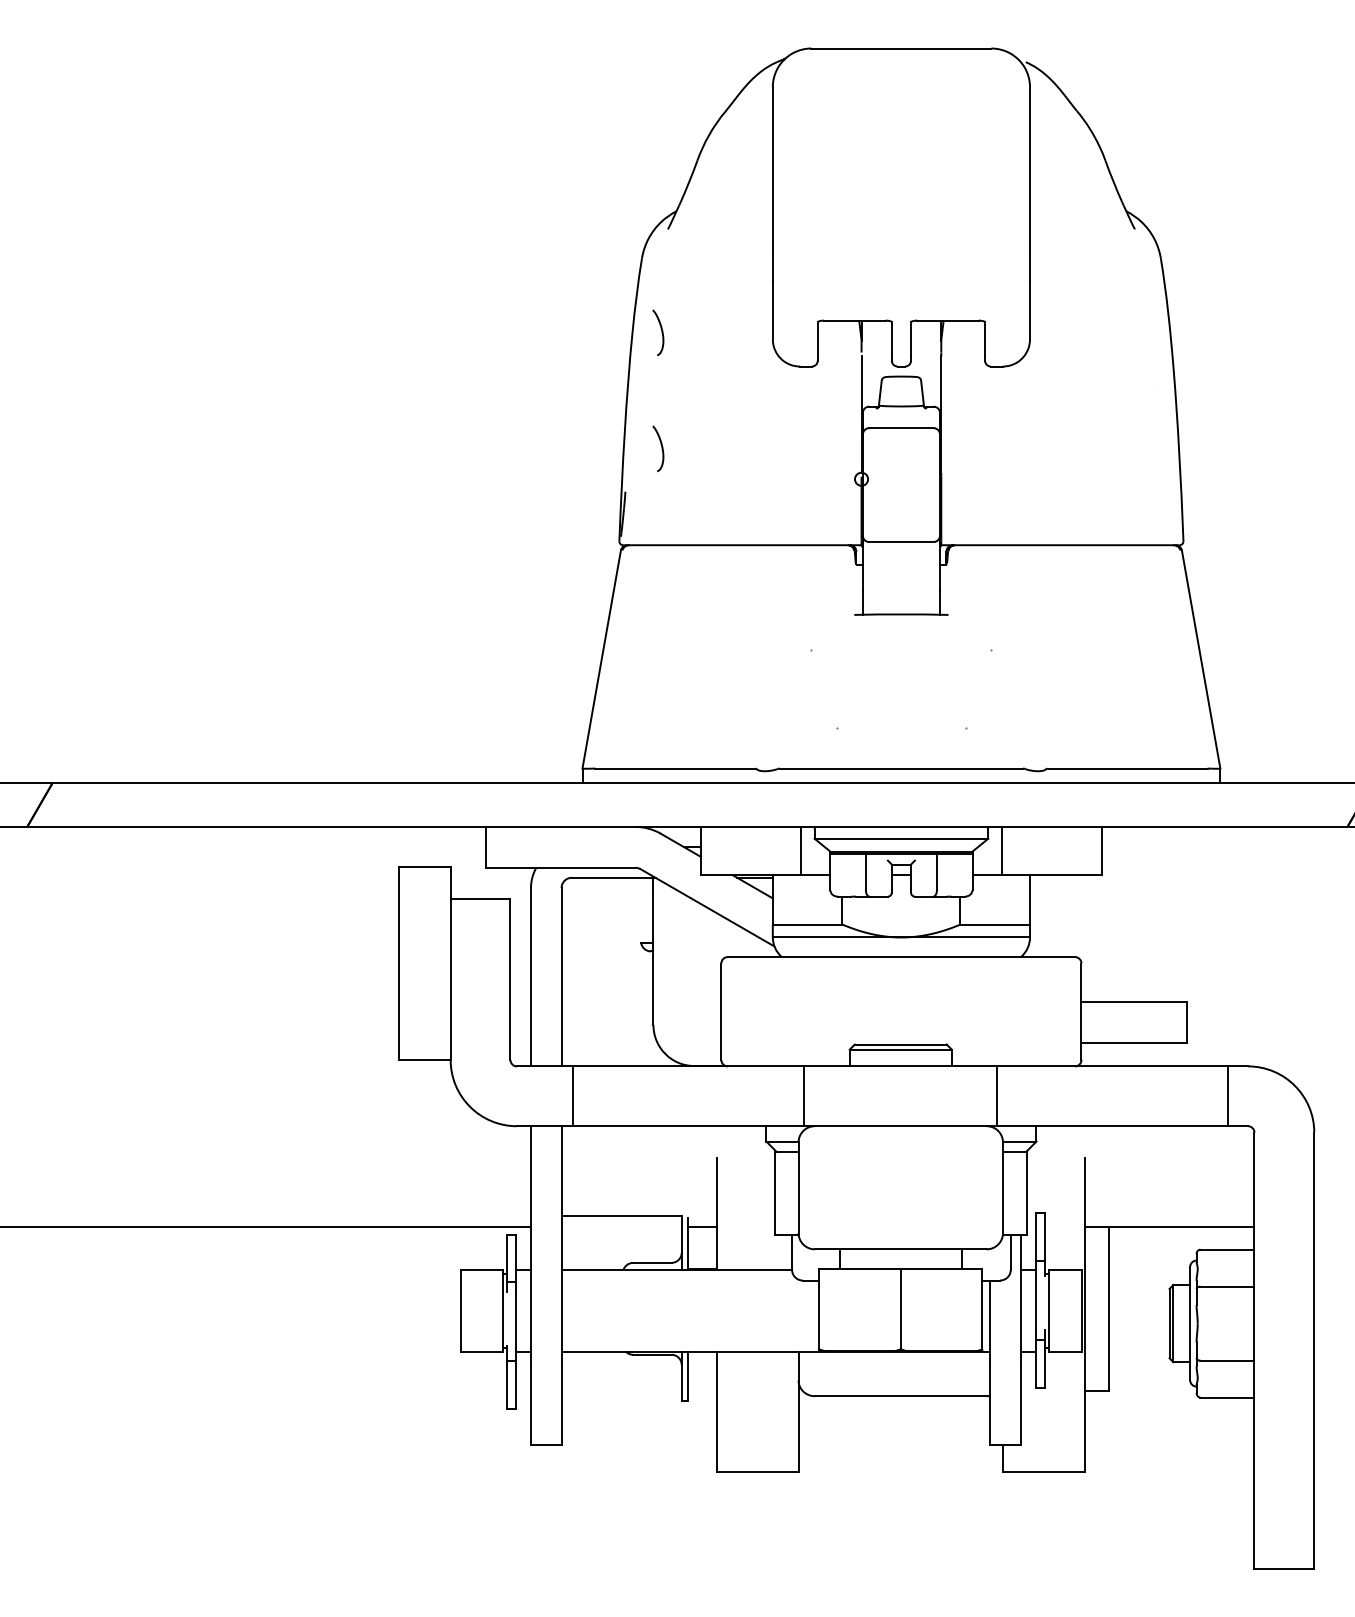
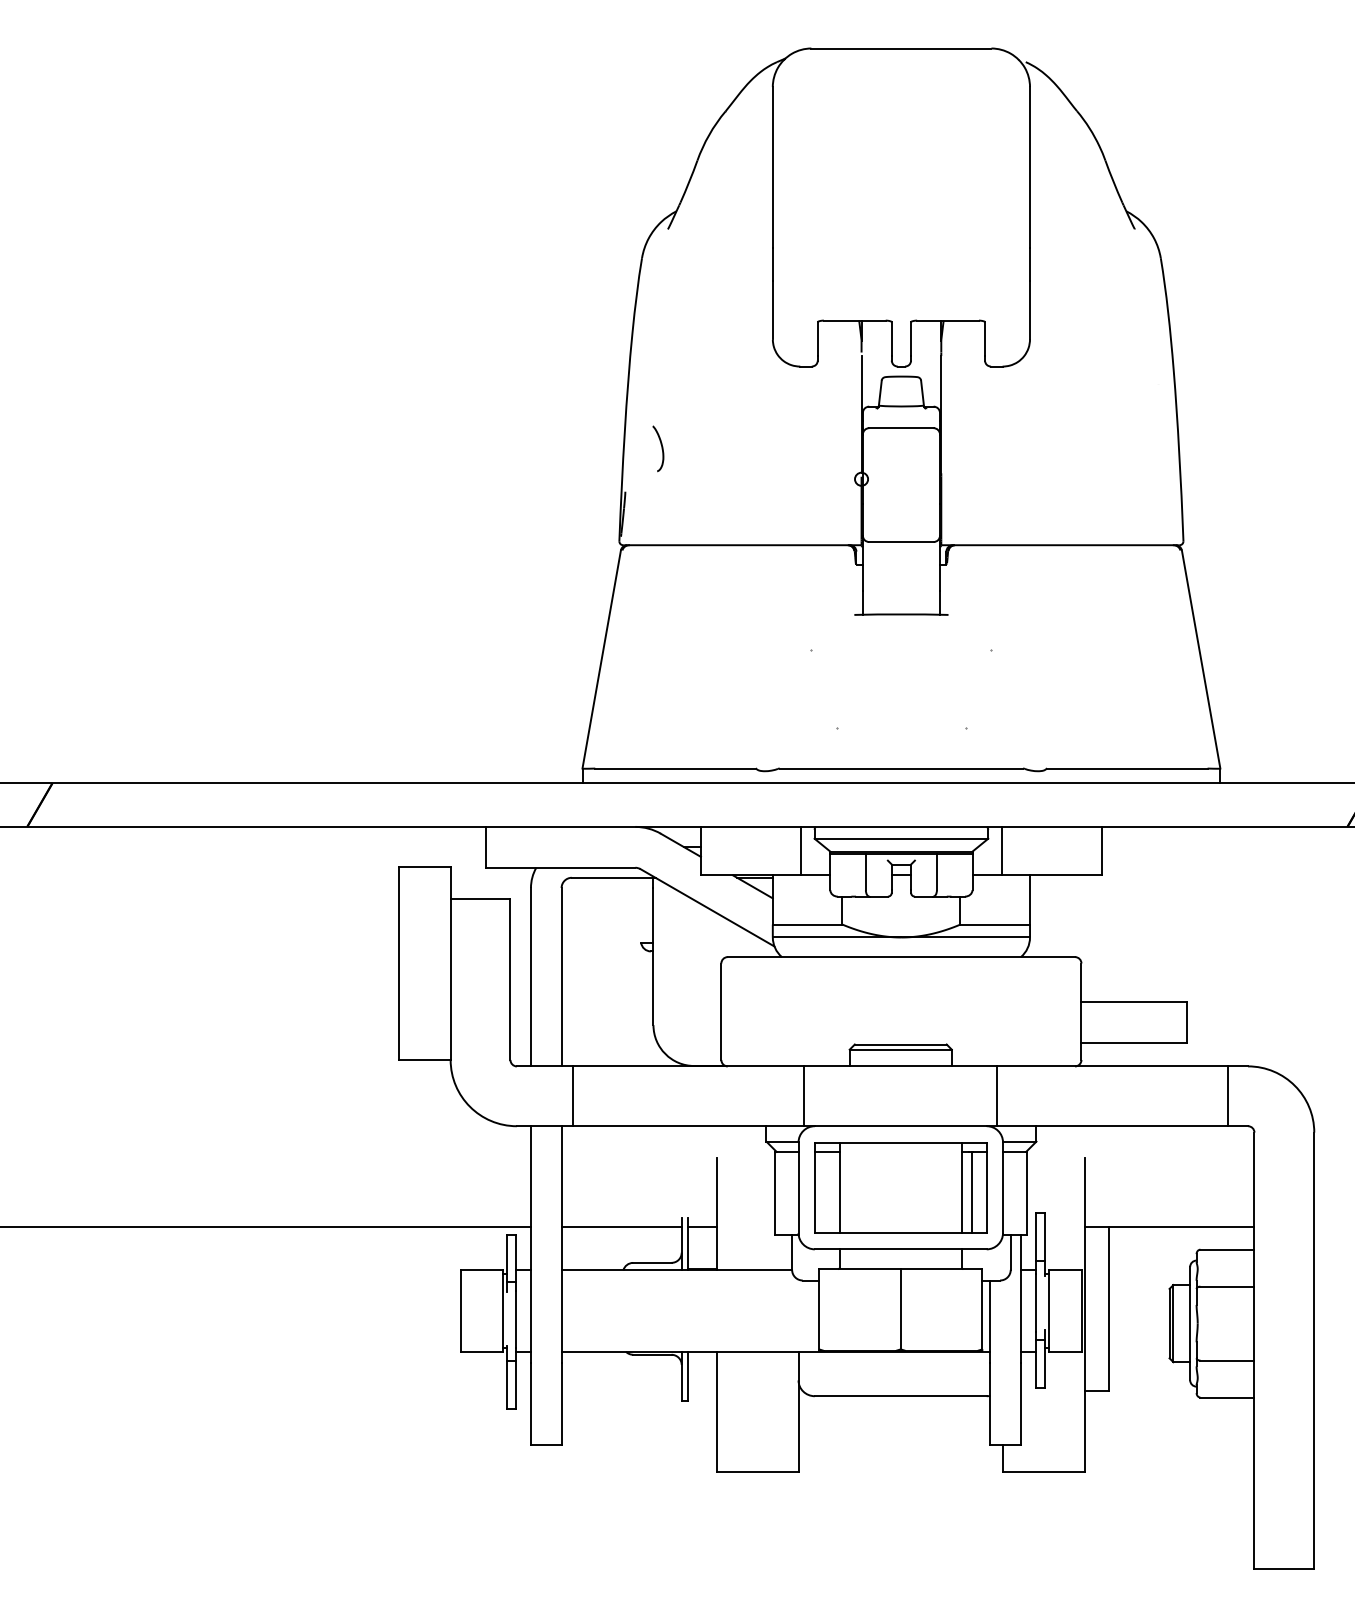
part at (658, 332): present -> none
part at (900, 1187): none -> present
line at (621, 1216) position: (621, 1216) -> (621, 1227)
